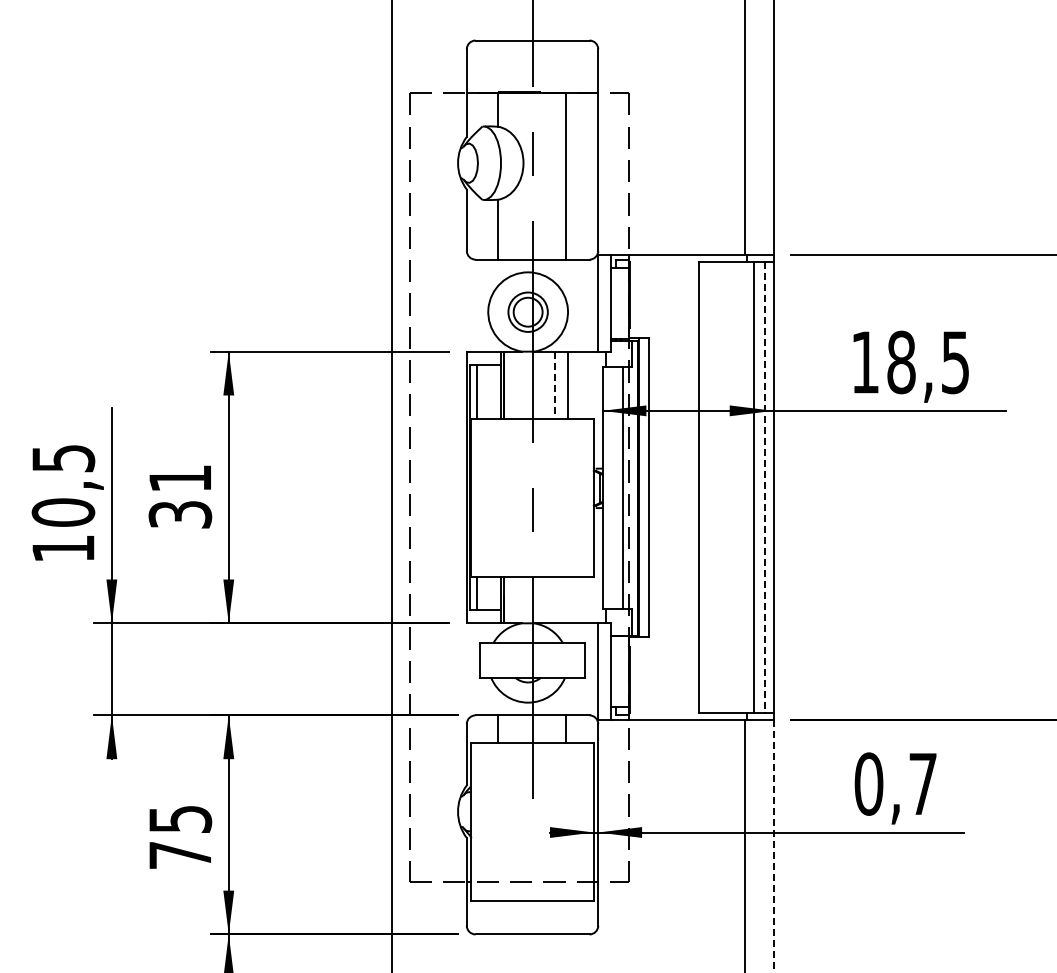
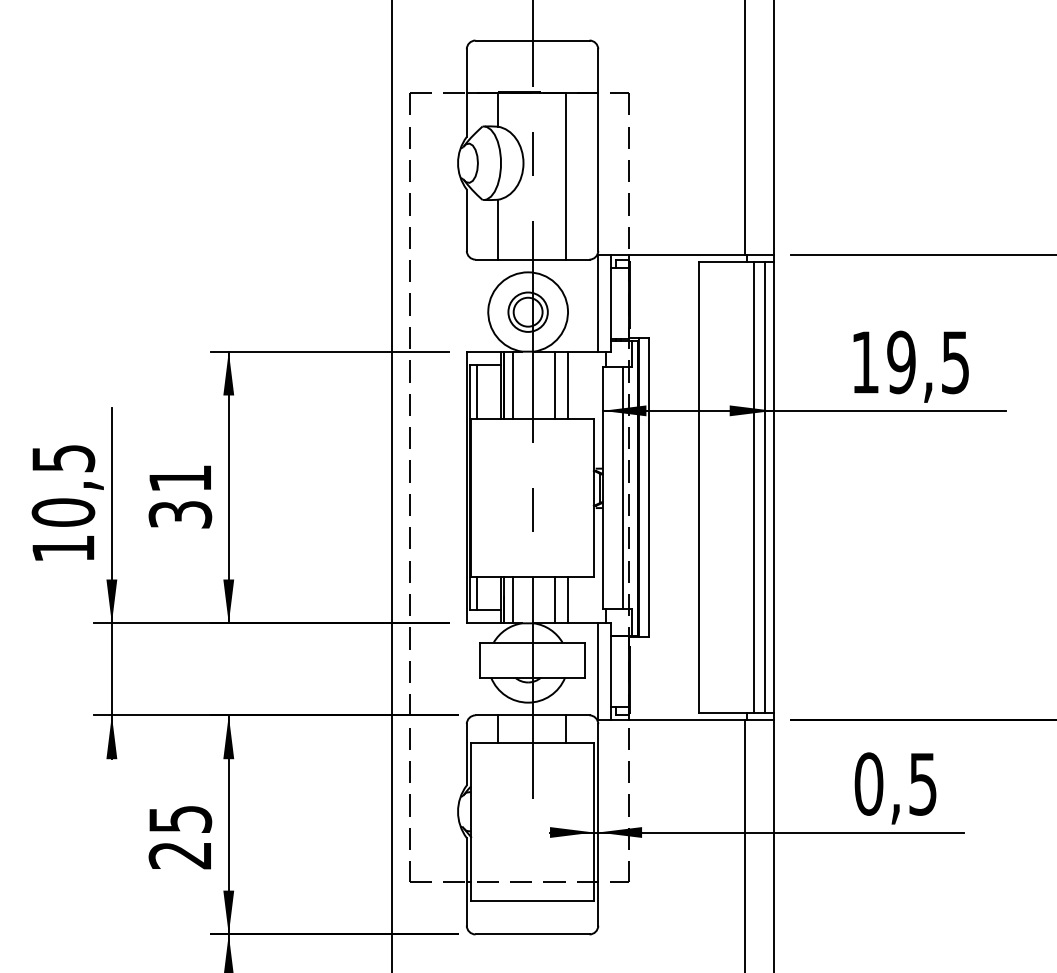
text at (901, 362): 18,5 -> 19,5
line at (512, 385): none -> present
line at (554, 385): dashed -> solid
line at (764, 487): dashed -> solid
line at (512, 599): none -> present
line at (554, 599): none -> present
line at (567, 599): none -> present
text at (922, 784): 0,7 -> 0,5
line at (773, 846): dashed -> solid
text at (179, 855): 75 -> 25
